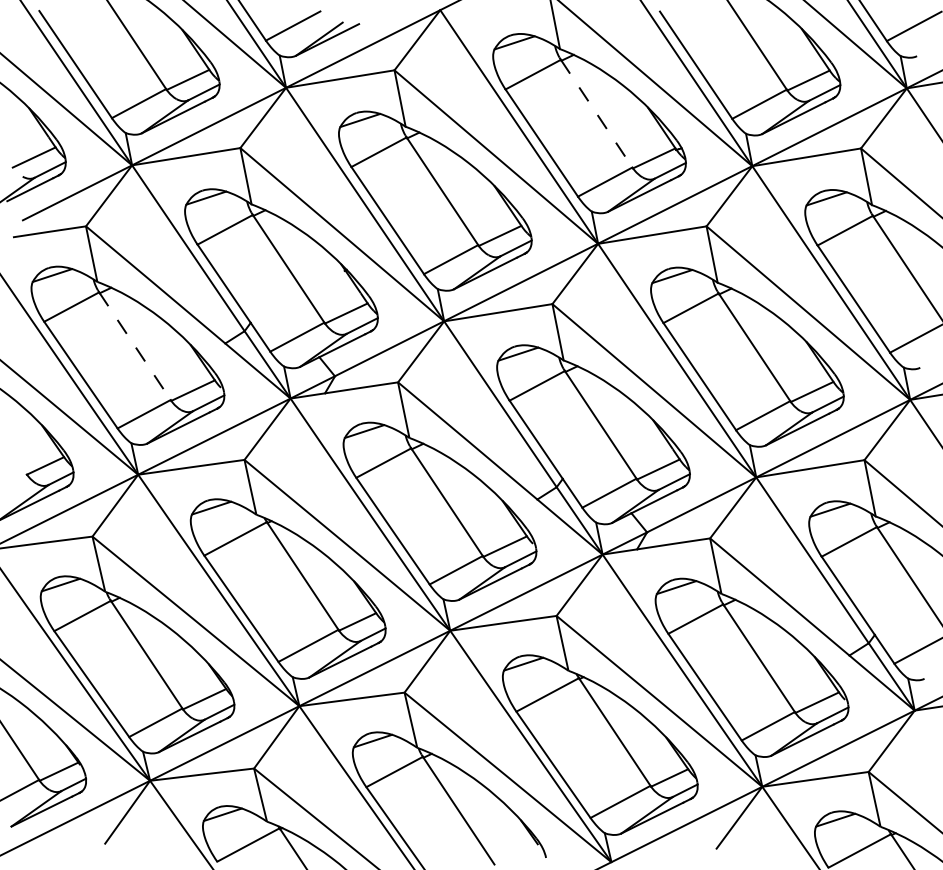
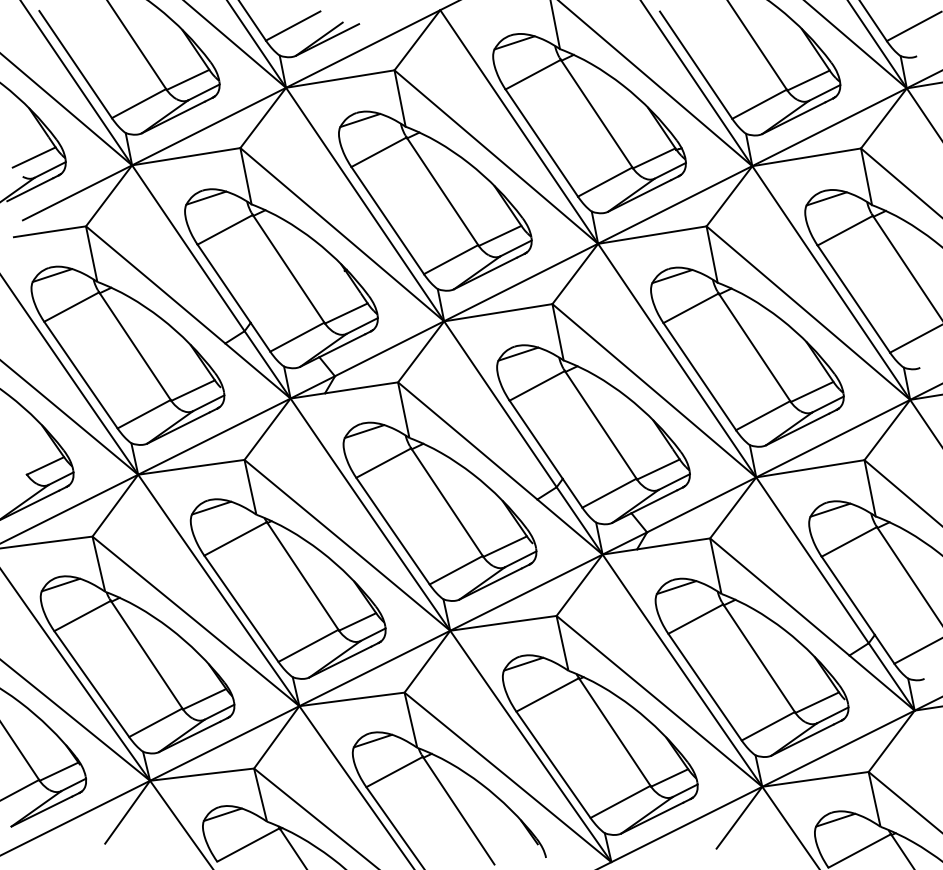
line at (596, 113): dashed -> solid
line at (134, 346): dashed -> solid
